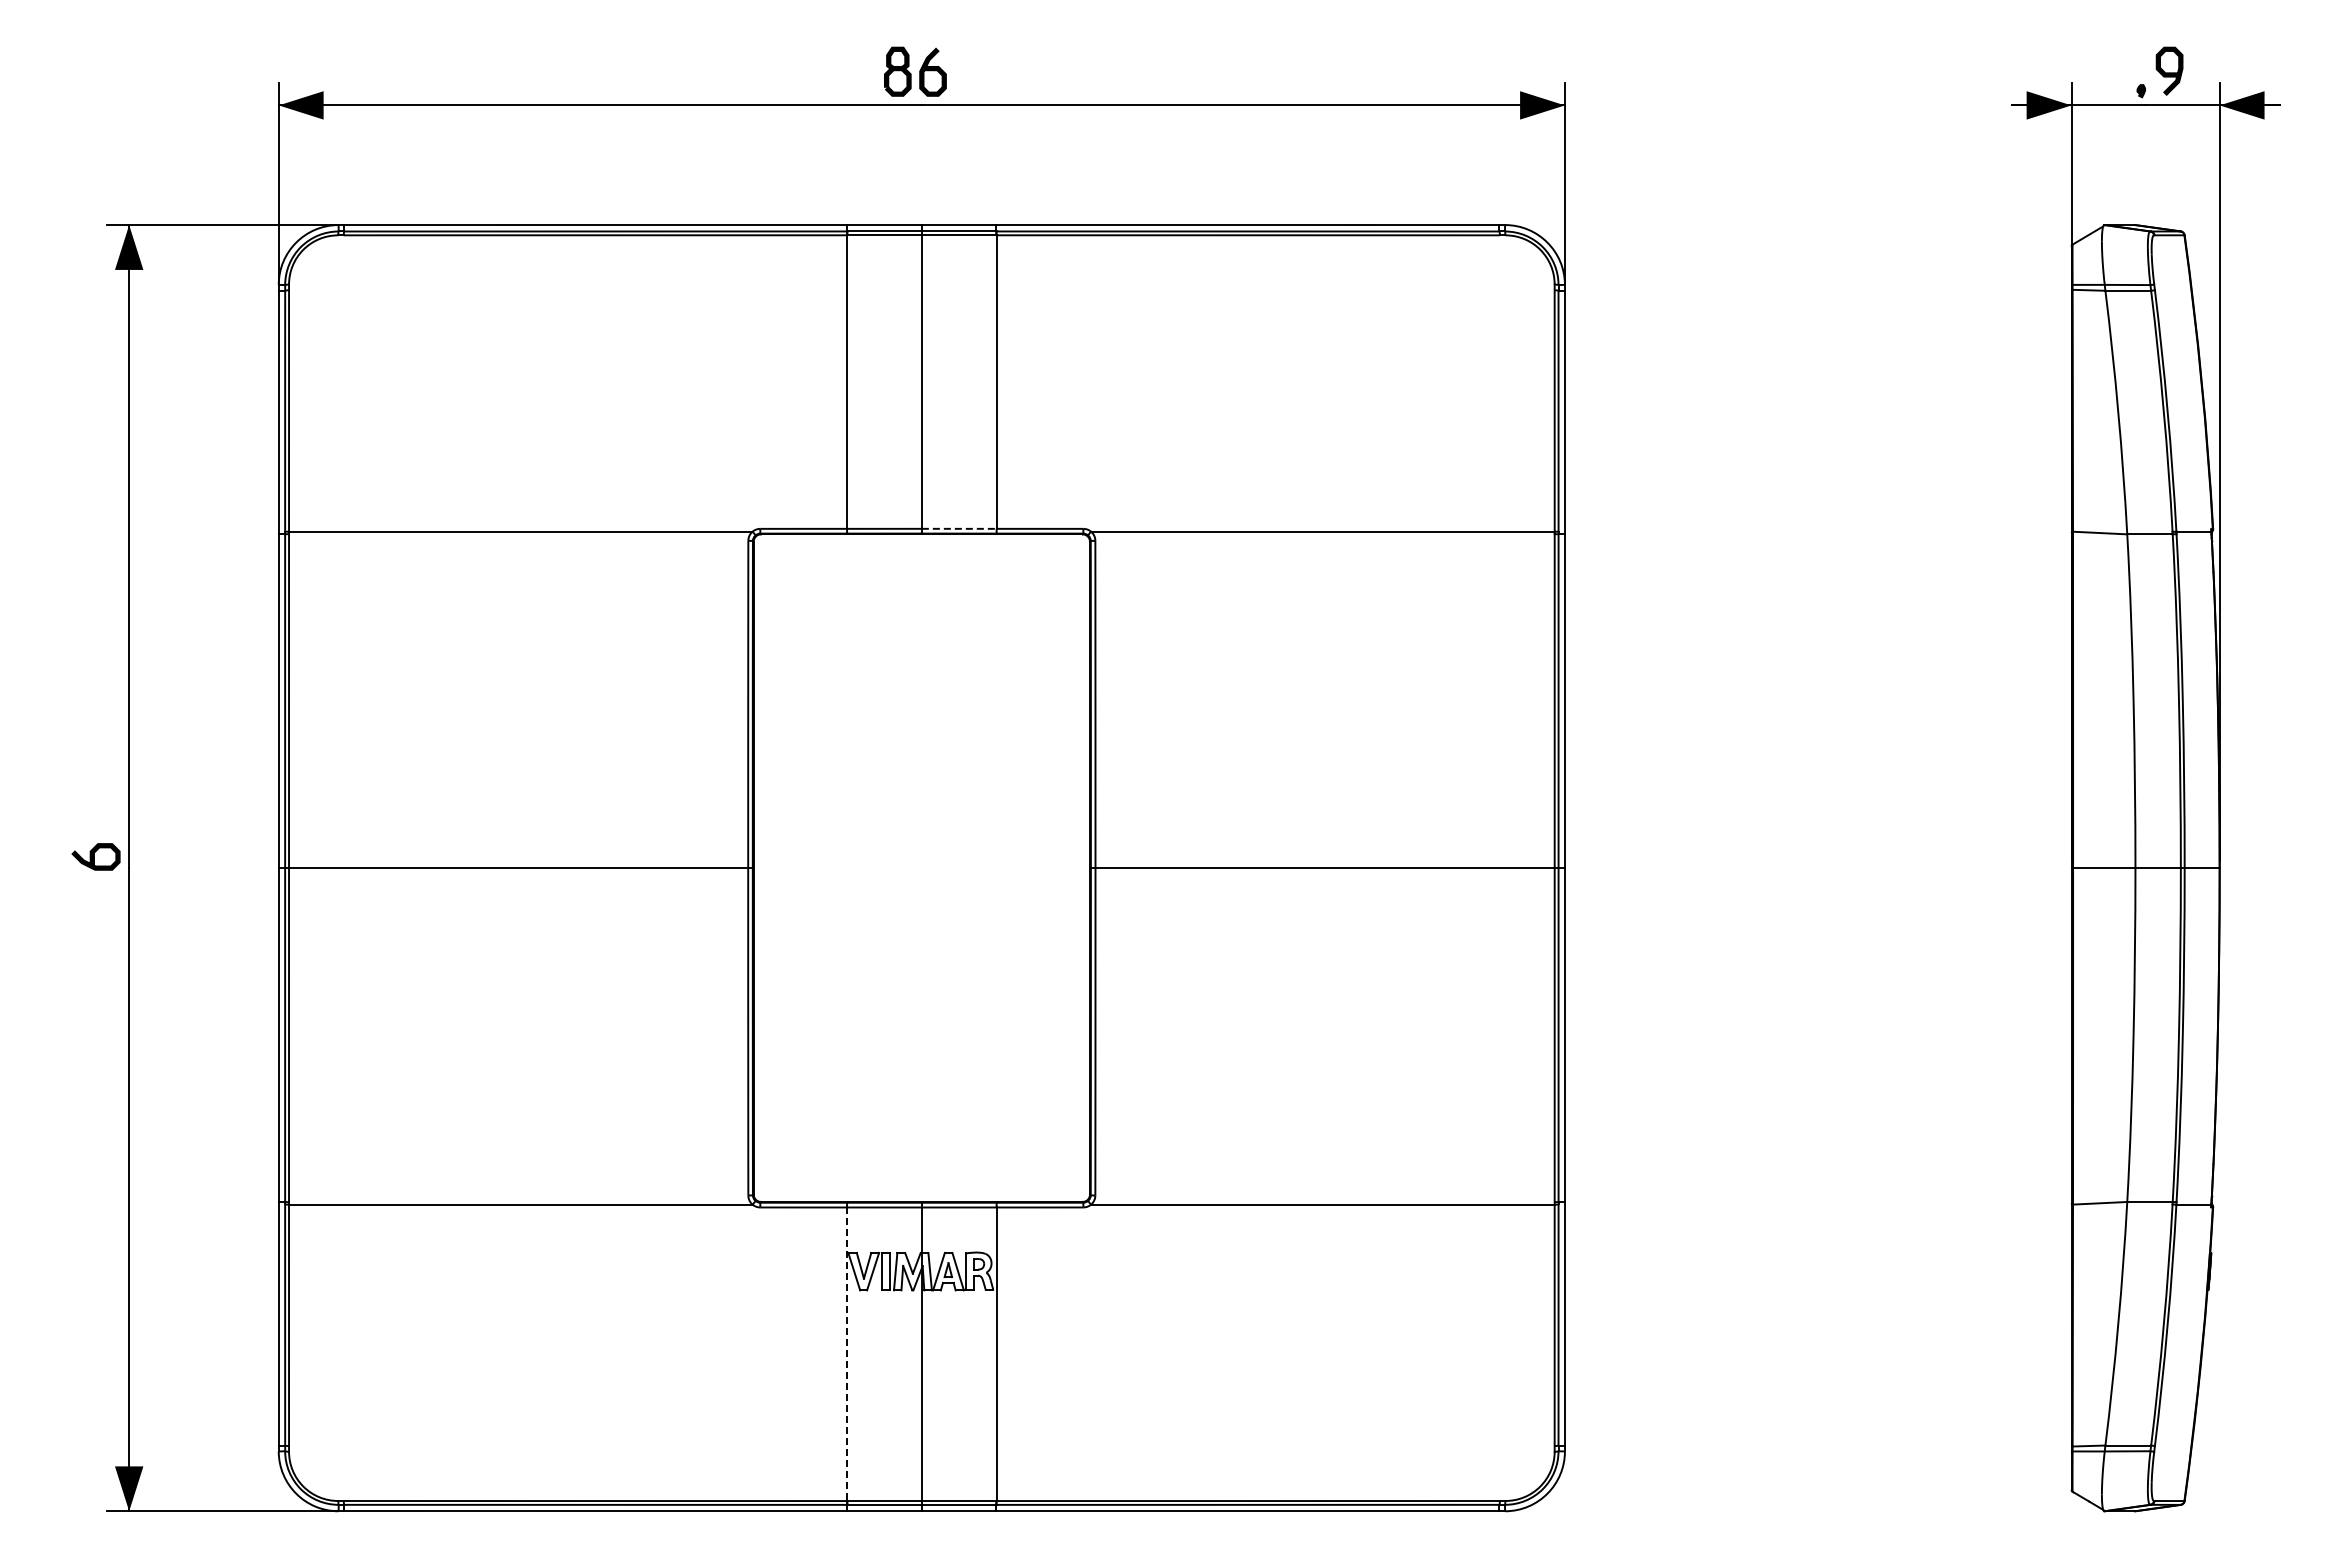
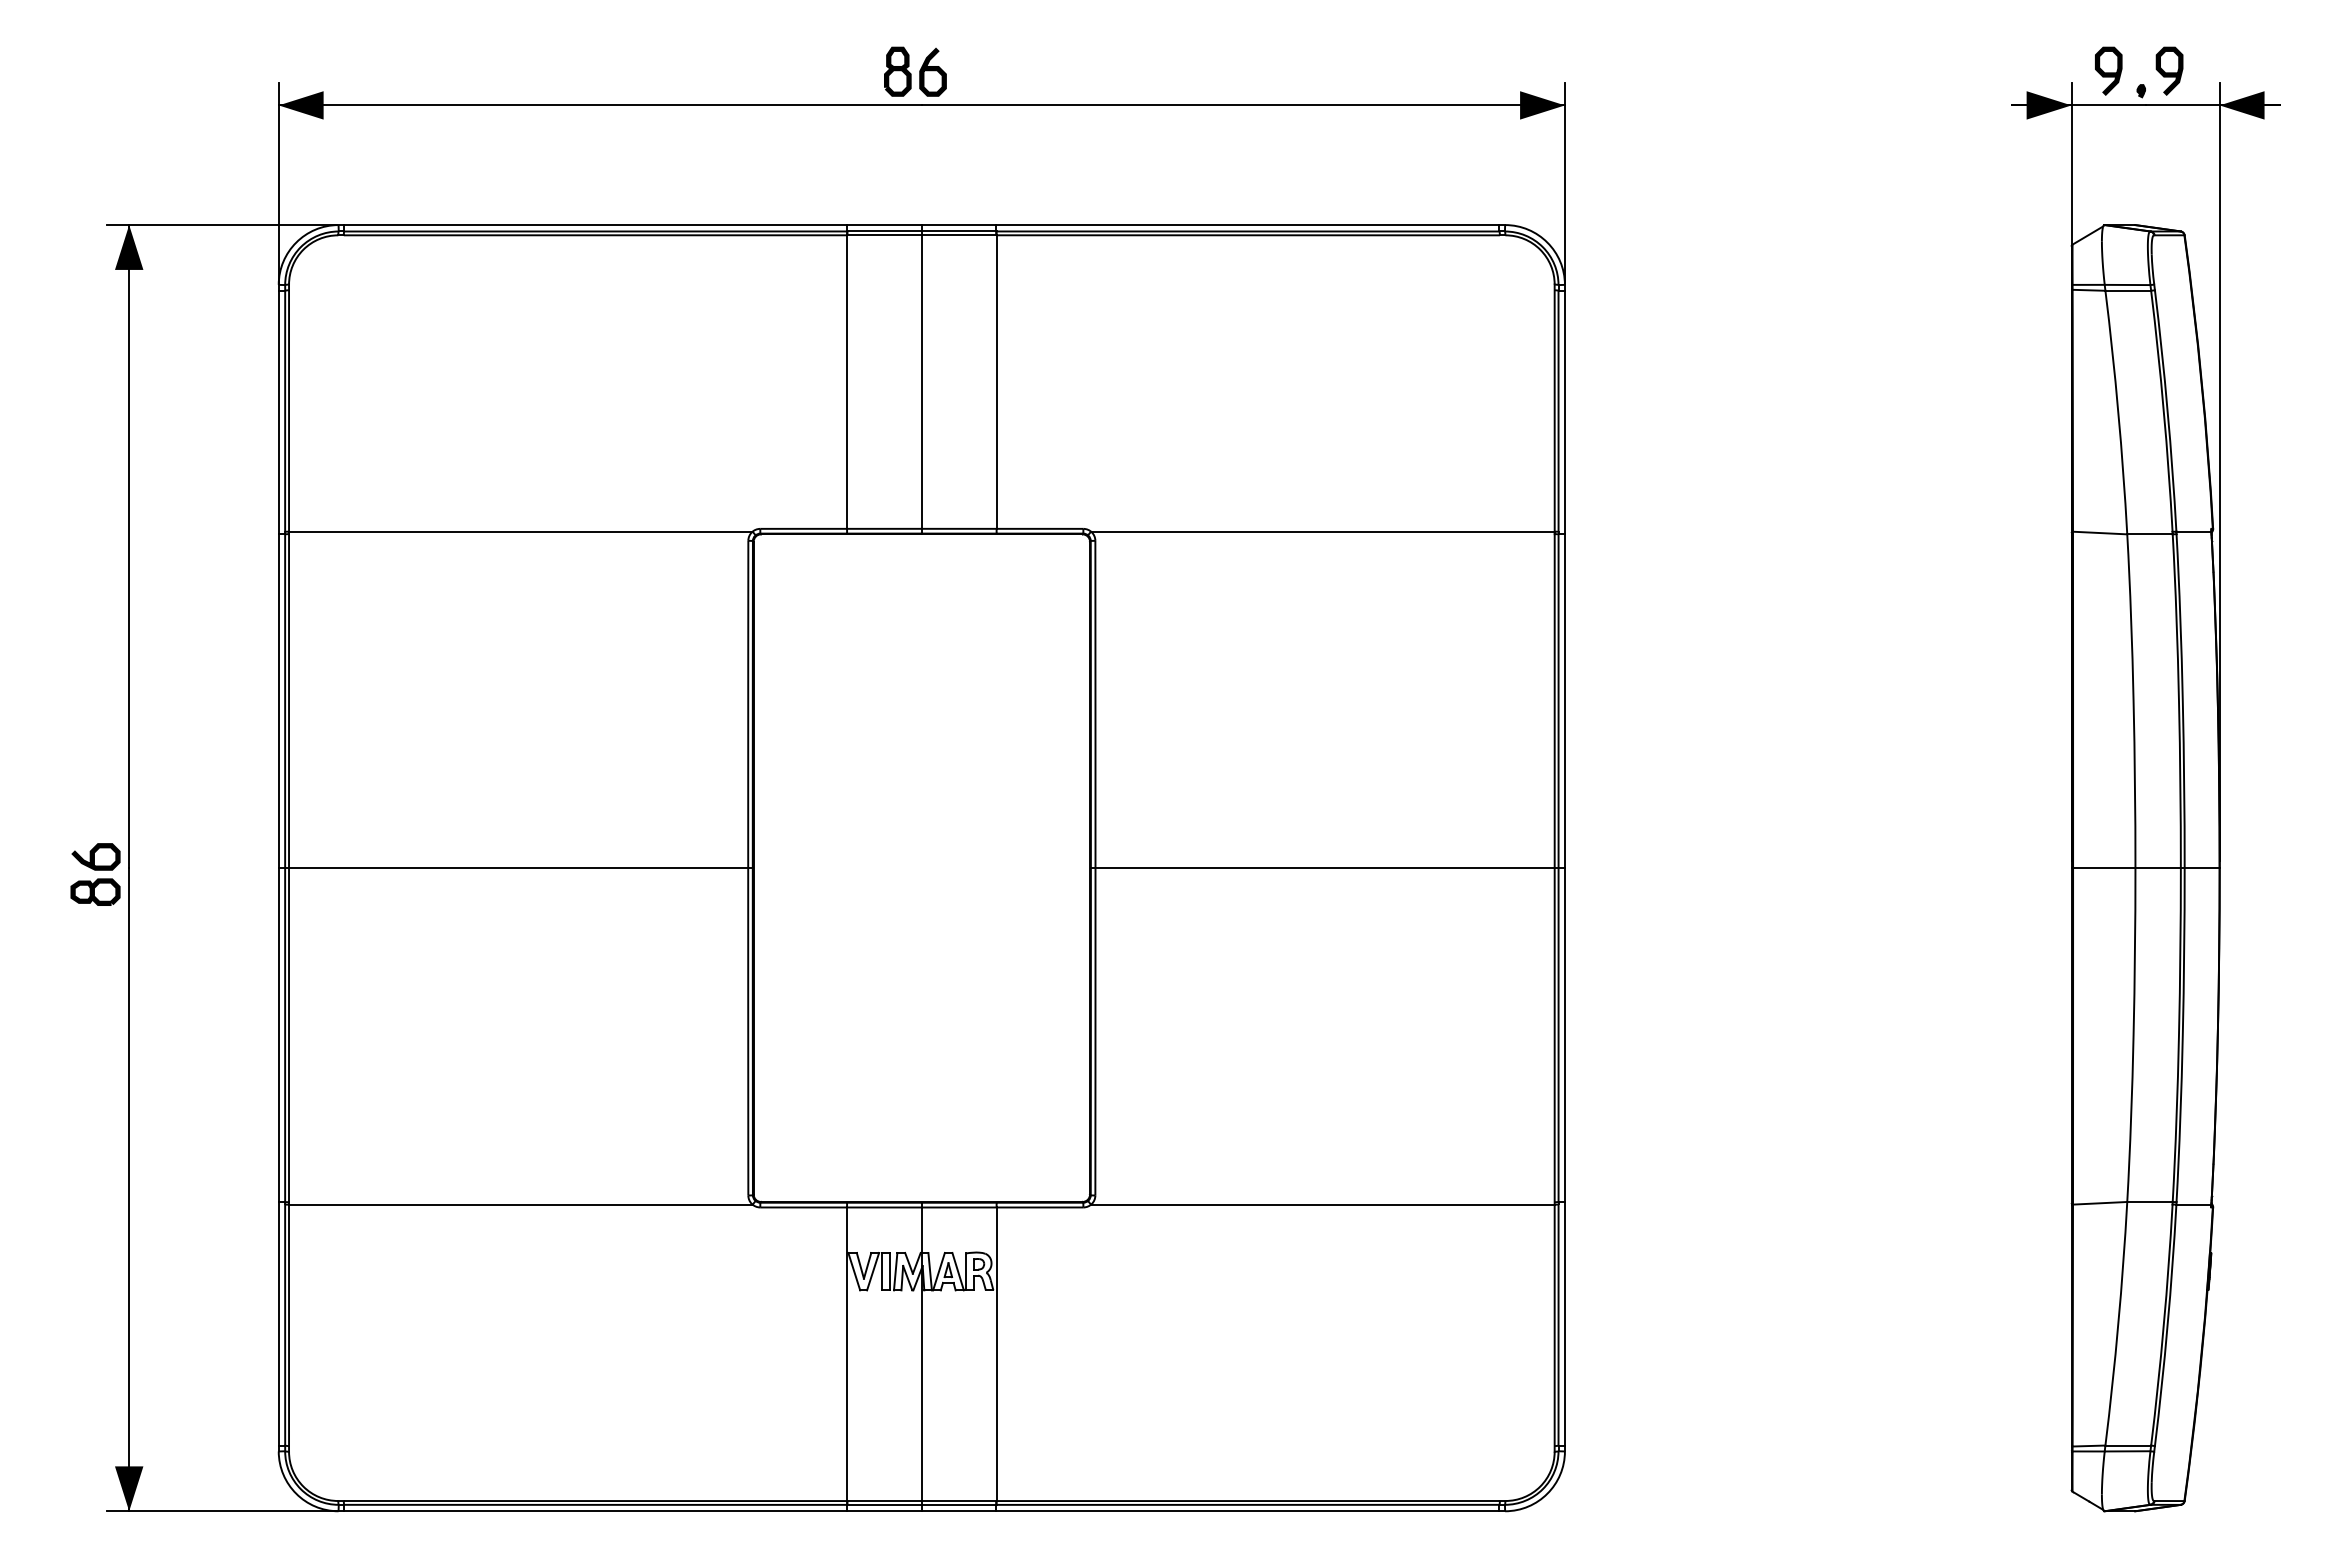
curve at (2108, 72): none -> present
line at (959, 528): dashed -> solid
part at (95, 891): none -> present
line at (847, 1354): dashed -> solid
